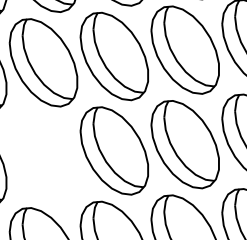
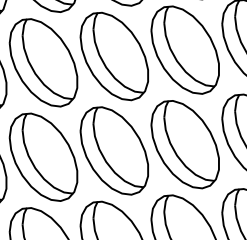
part at (43, 156): none -> present
